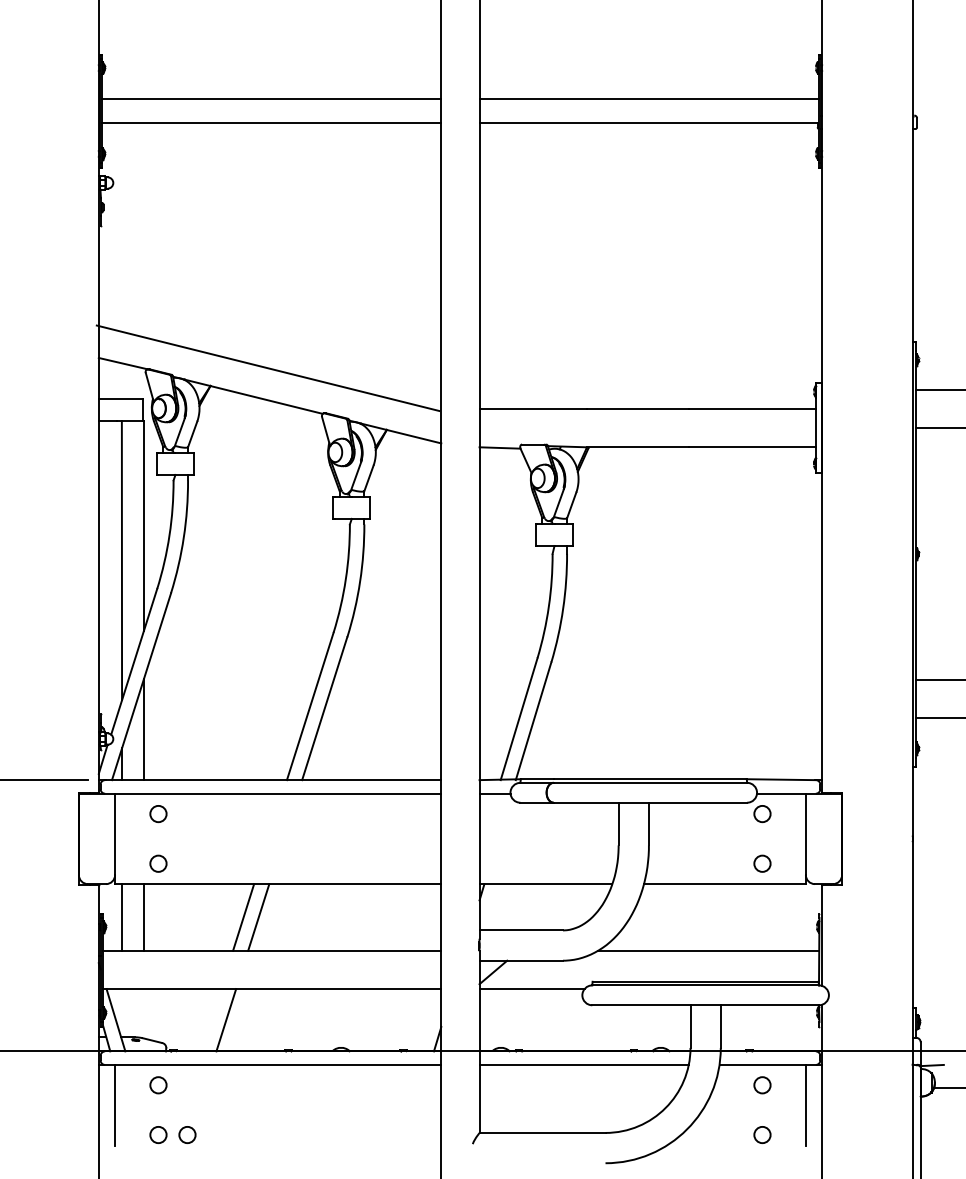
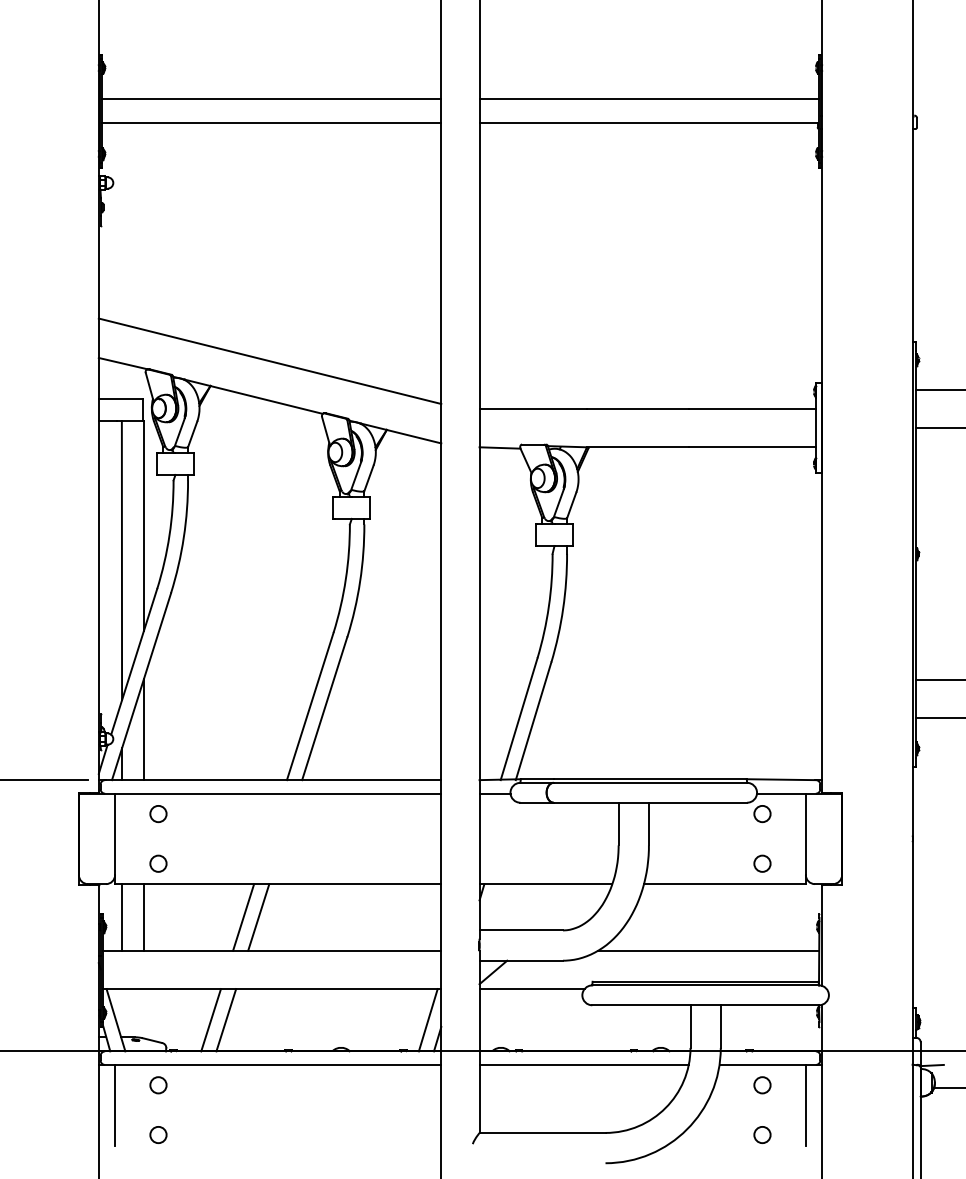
line at (267, 367) position: (267, 367) -> (269, 360)
line at (210, 1020): none -> present
line at (427, 1020): none -> present
circle at (187, 1134): present -> none
